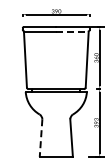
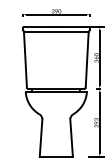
line at (72, 31): dashed -> solid
line at (41, 138): dashed -> solid
